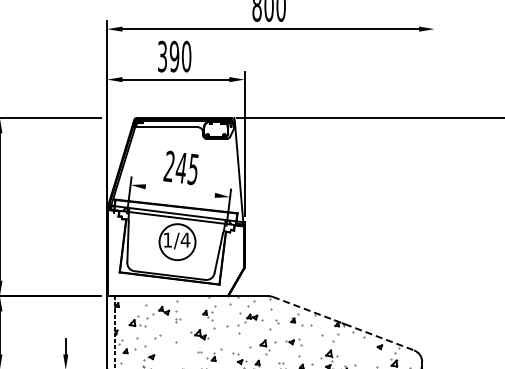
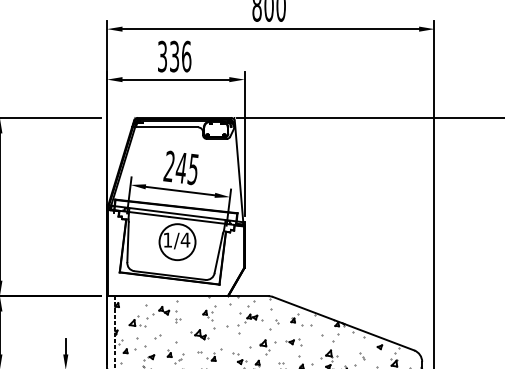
text at (180, 56): 390 -> 336
line at (179, 190): none -> present
line at (434, 193): none -> present
line at (343, 323): dashed -> solid
part at (175, 356): none -> present
part at (362, 356): none -> present
